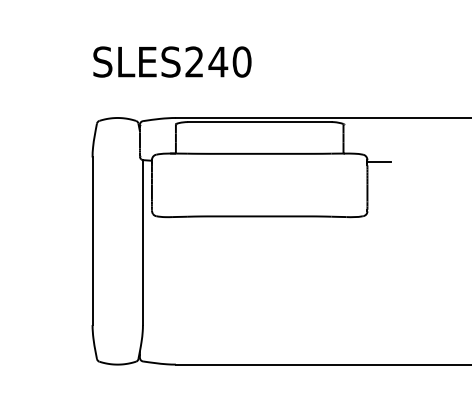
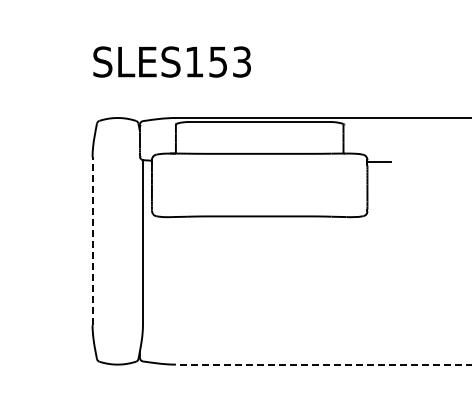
text at (218, 61): SLES240 -> SLES153
line at (92, 241): solid -> dashed
line at (323, 364): solid -> dashed
